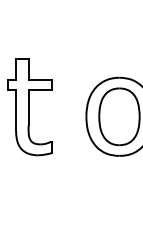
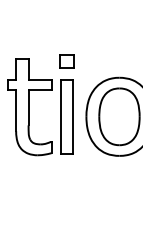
part at (66, 61): none -> present
part at (66, 116): none -> present
